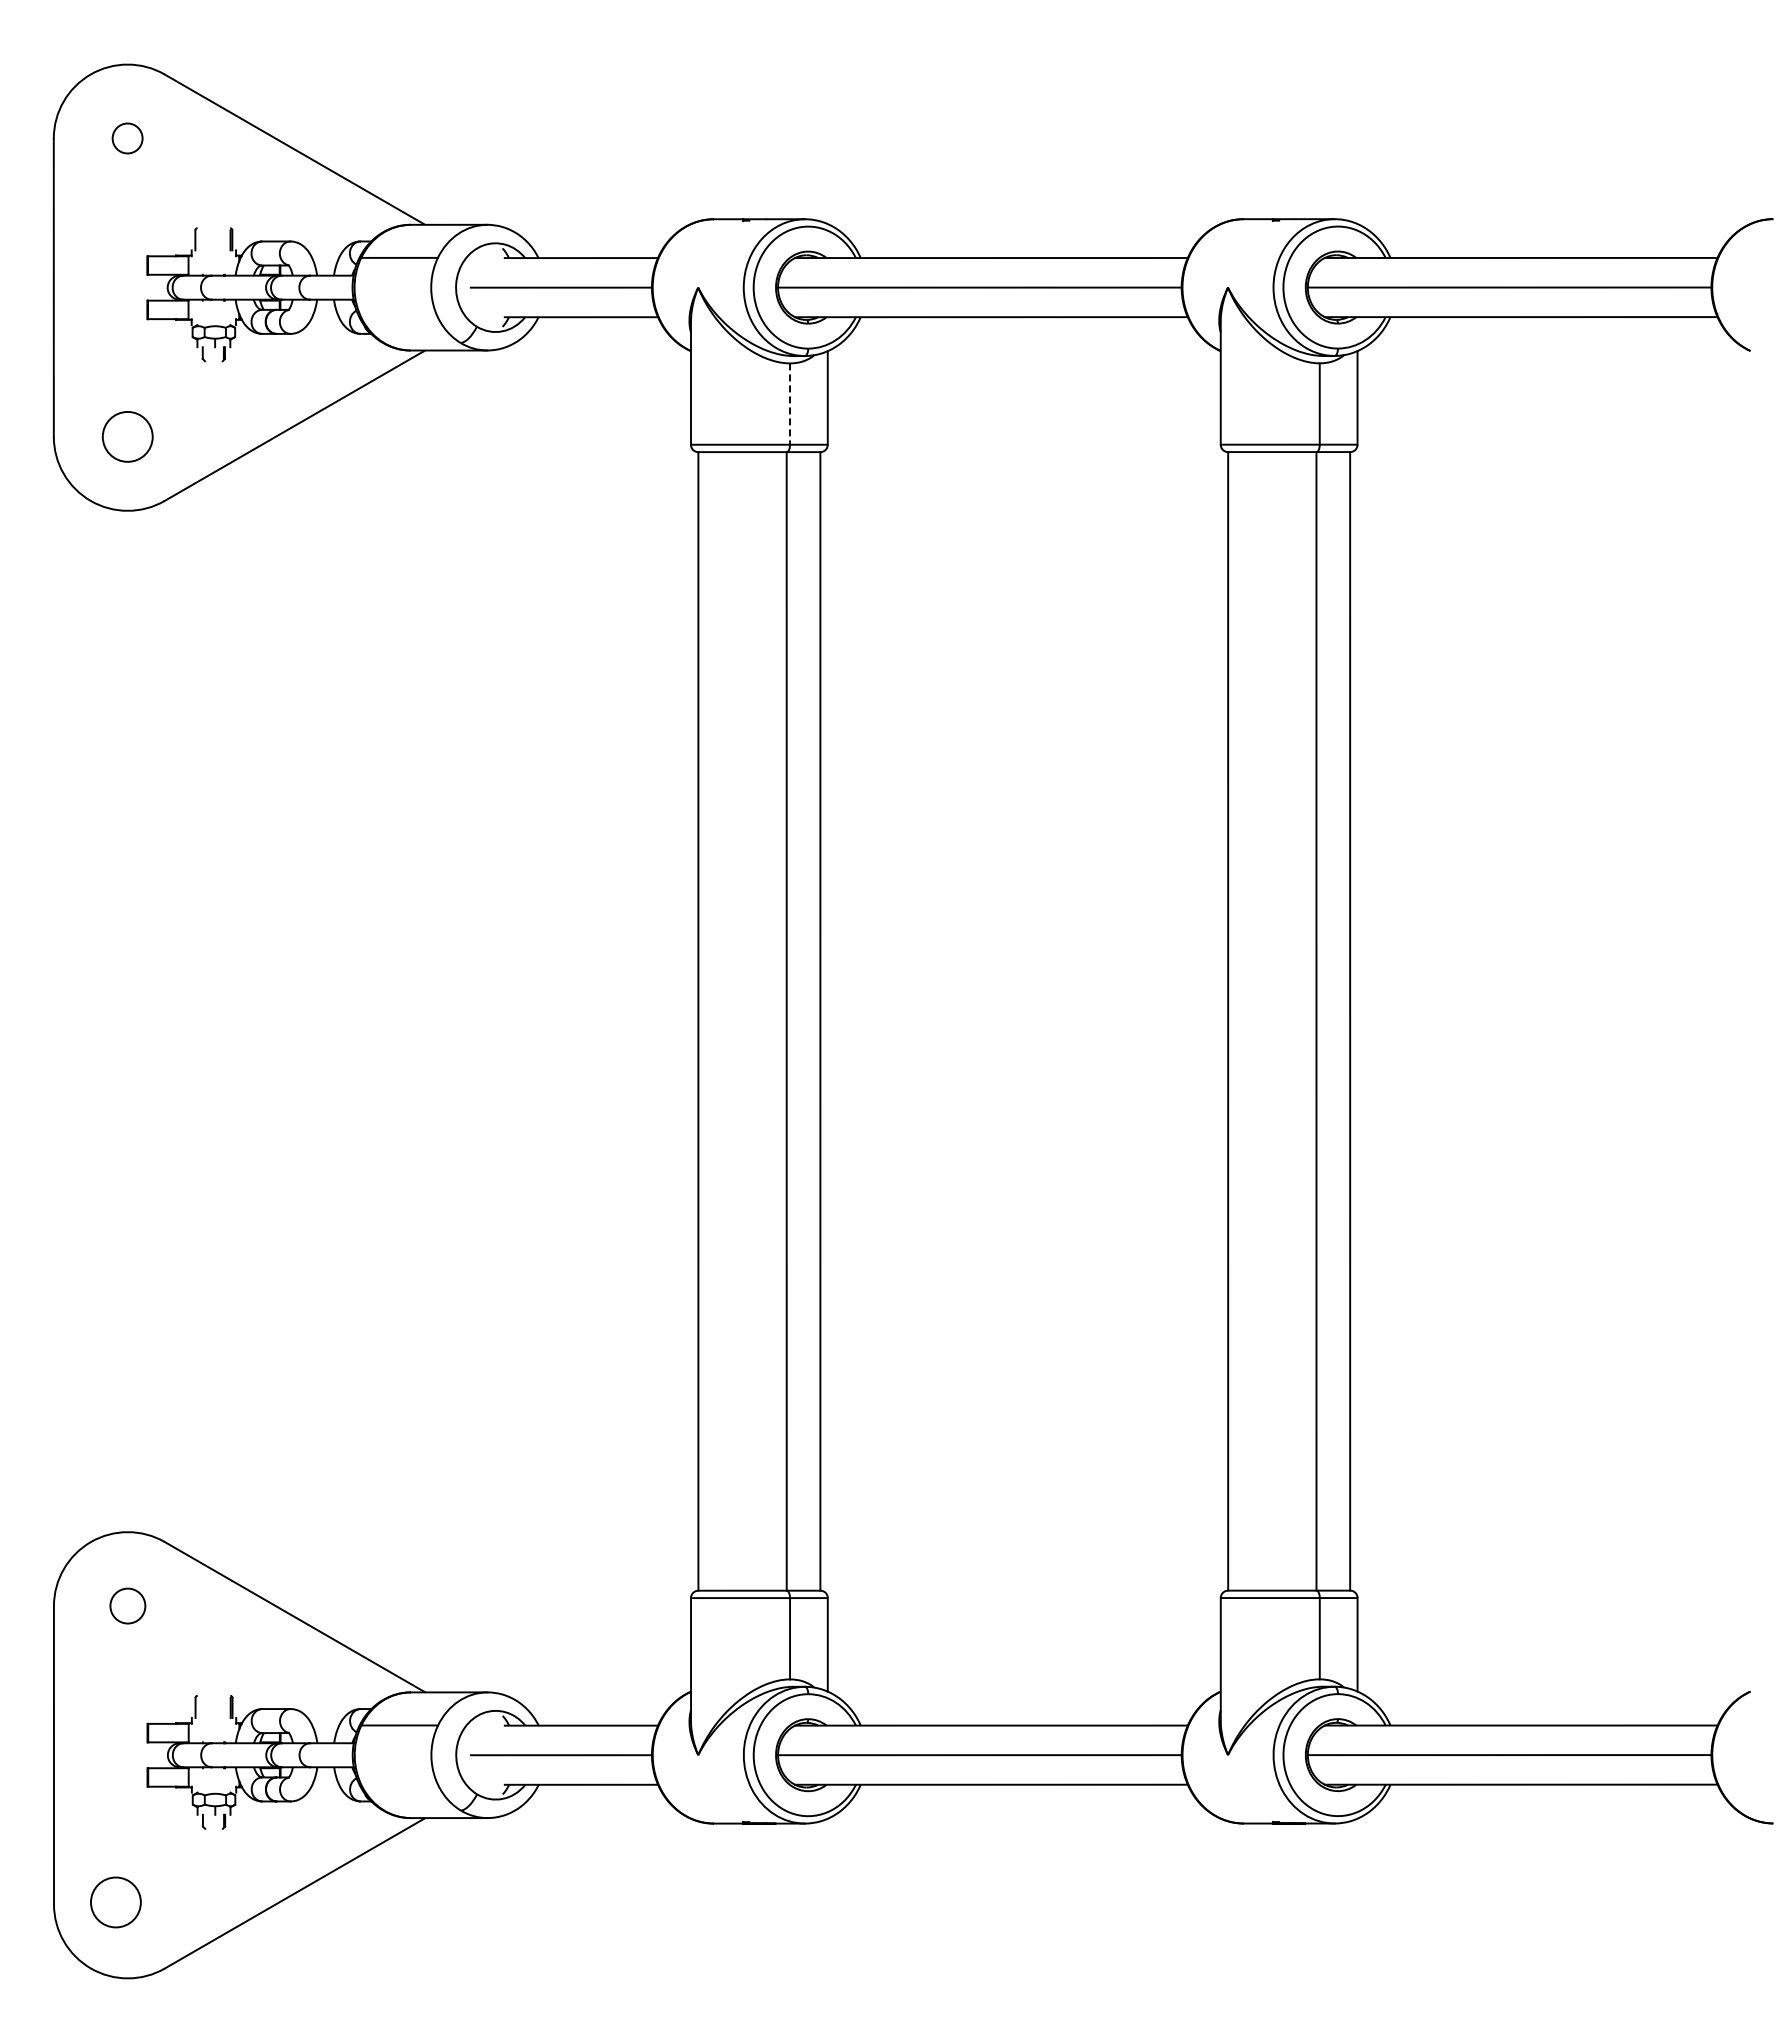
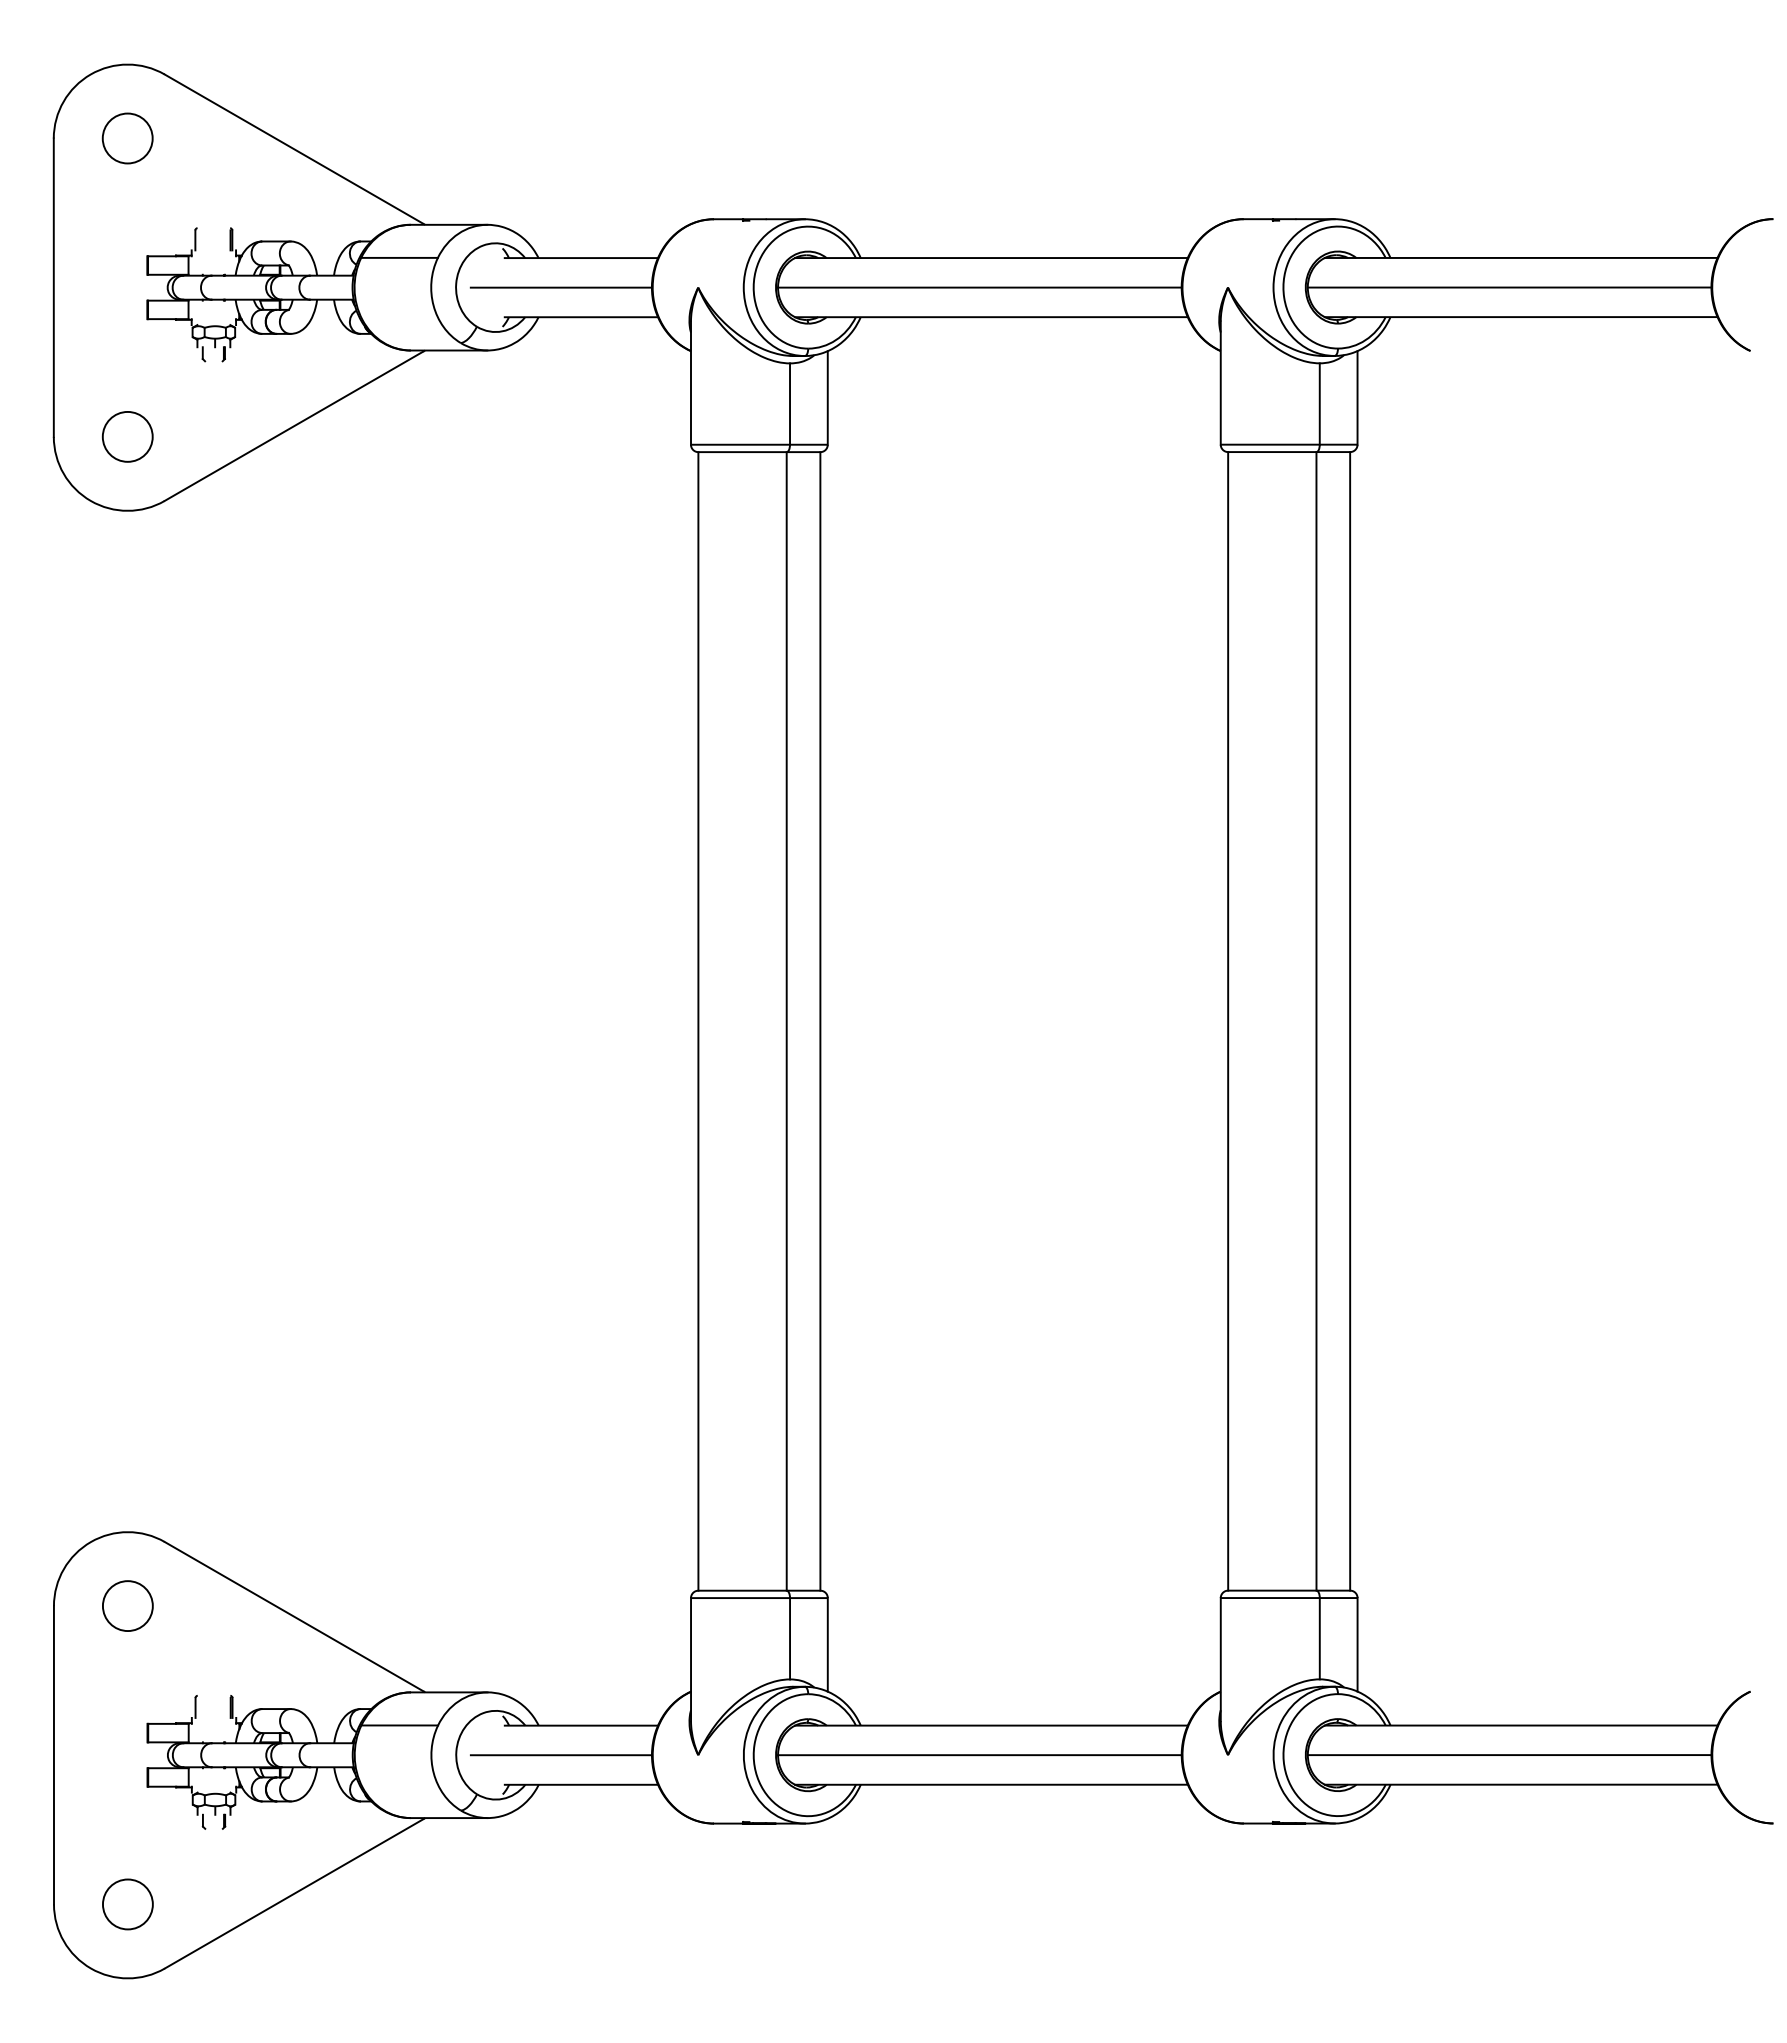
circle at (127, 138) size: 33x33 px -> 53x53 px
line at (790, 404): dashed -> solid
circle at (127, 1605) diameter: 35 px -> 50 px
circle at (115, 1902) position: (115, 1902) -> (127, 1904)
